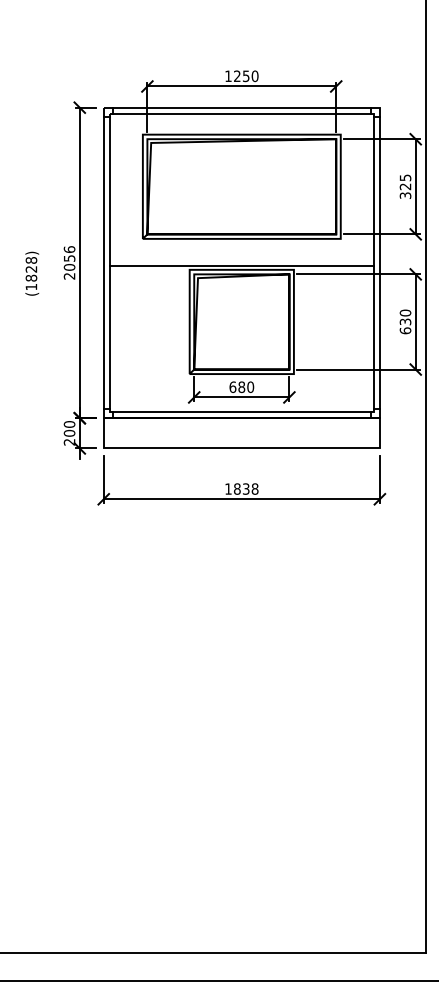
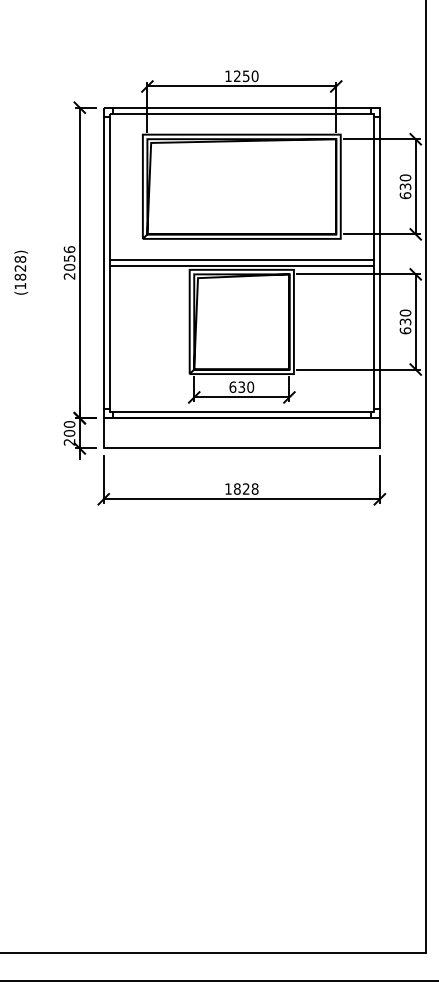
text at (405, 186): 325 -> 630
line at (241, 259): none -> present
text at (32, 273) position: (32, 273) -> (21, 272)
text at (241, 386): 680 -> 630
text at (246, 489): 1838 -> 1828
